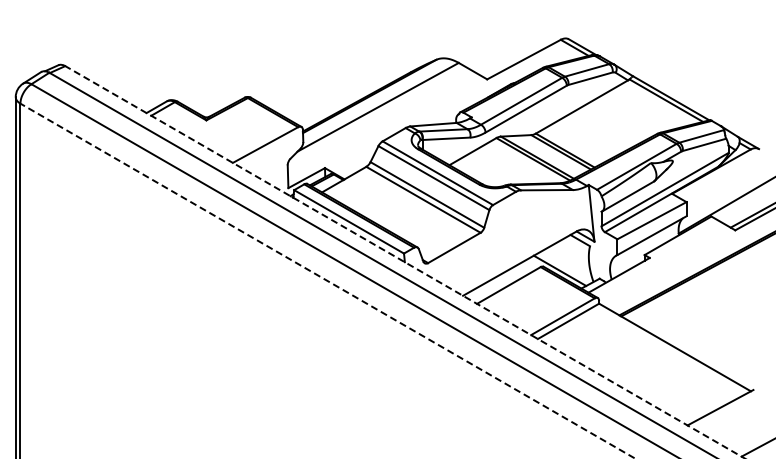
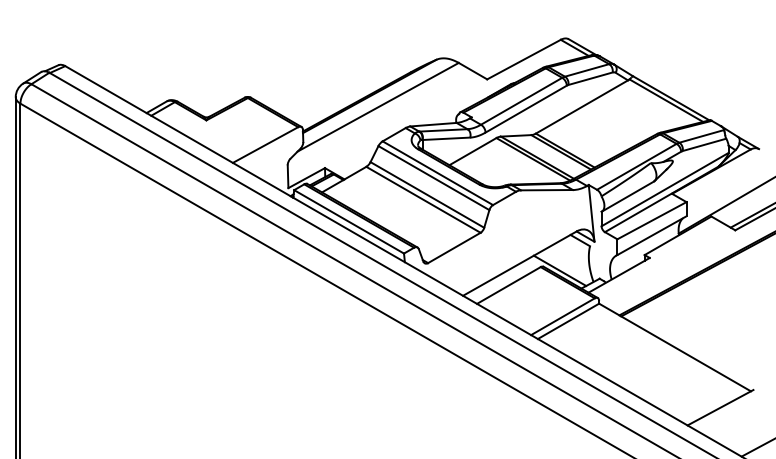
line at (405, 262): dashed -> solid
line at (327, 281): dashed -> solid
